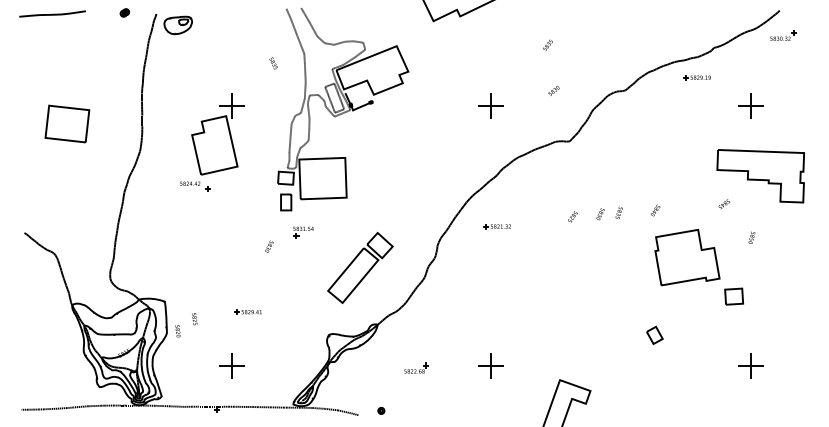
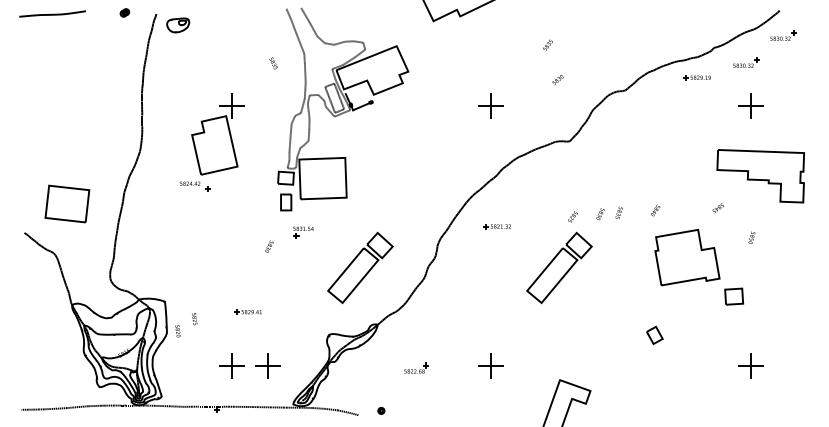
part at (177, 25) size: 30x21 px -> 25x17 px
part at (746, 62): none -> present
text at (553, 91) position: (553, 91) -> (557, 80)
part at (67, 123) position: (67, 123) -> (67, 203)
text at (724, 203) position: (724, 203) -> (718, 207)
part at (559, 267): none -> present
part at (267, 365): none -> present
